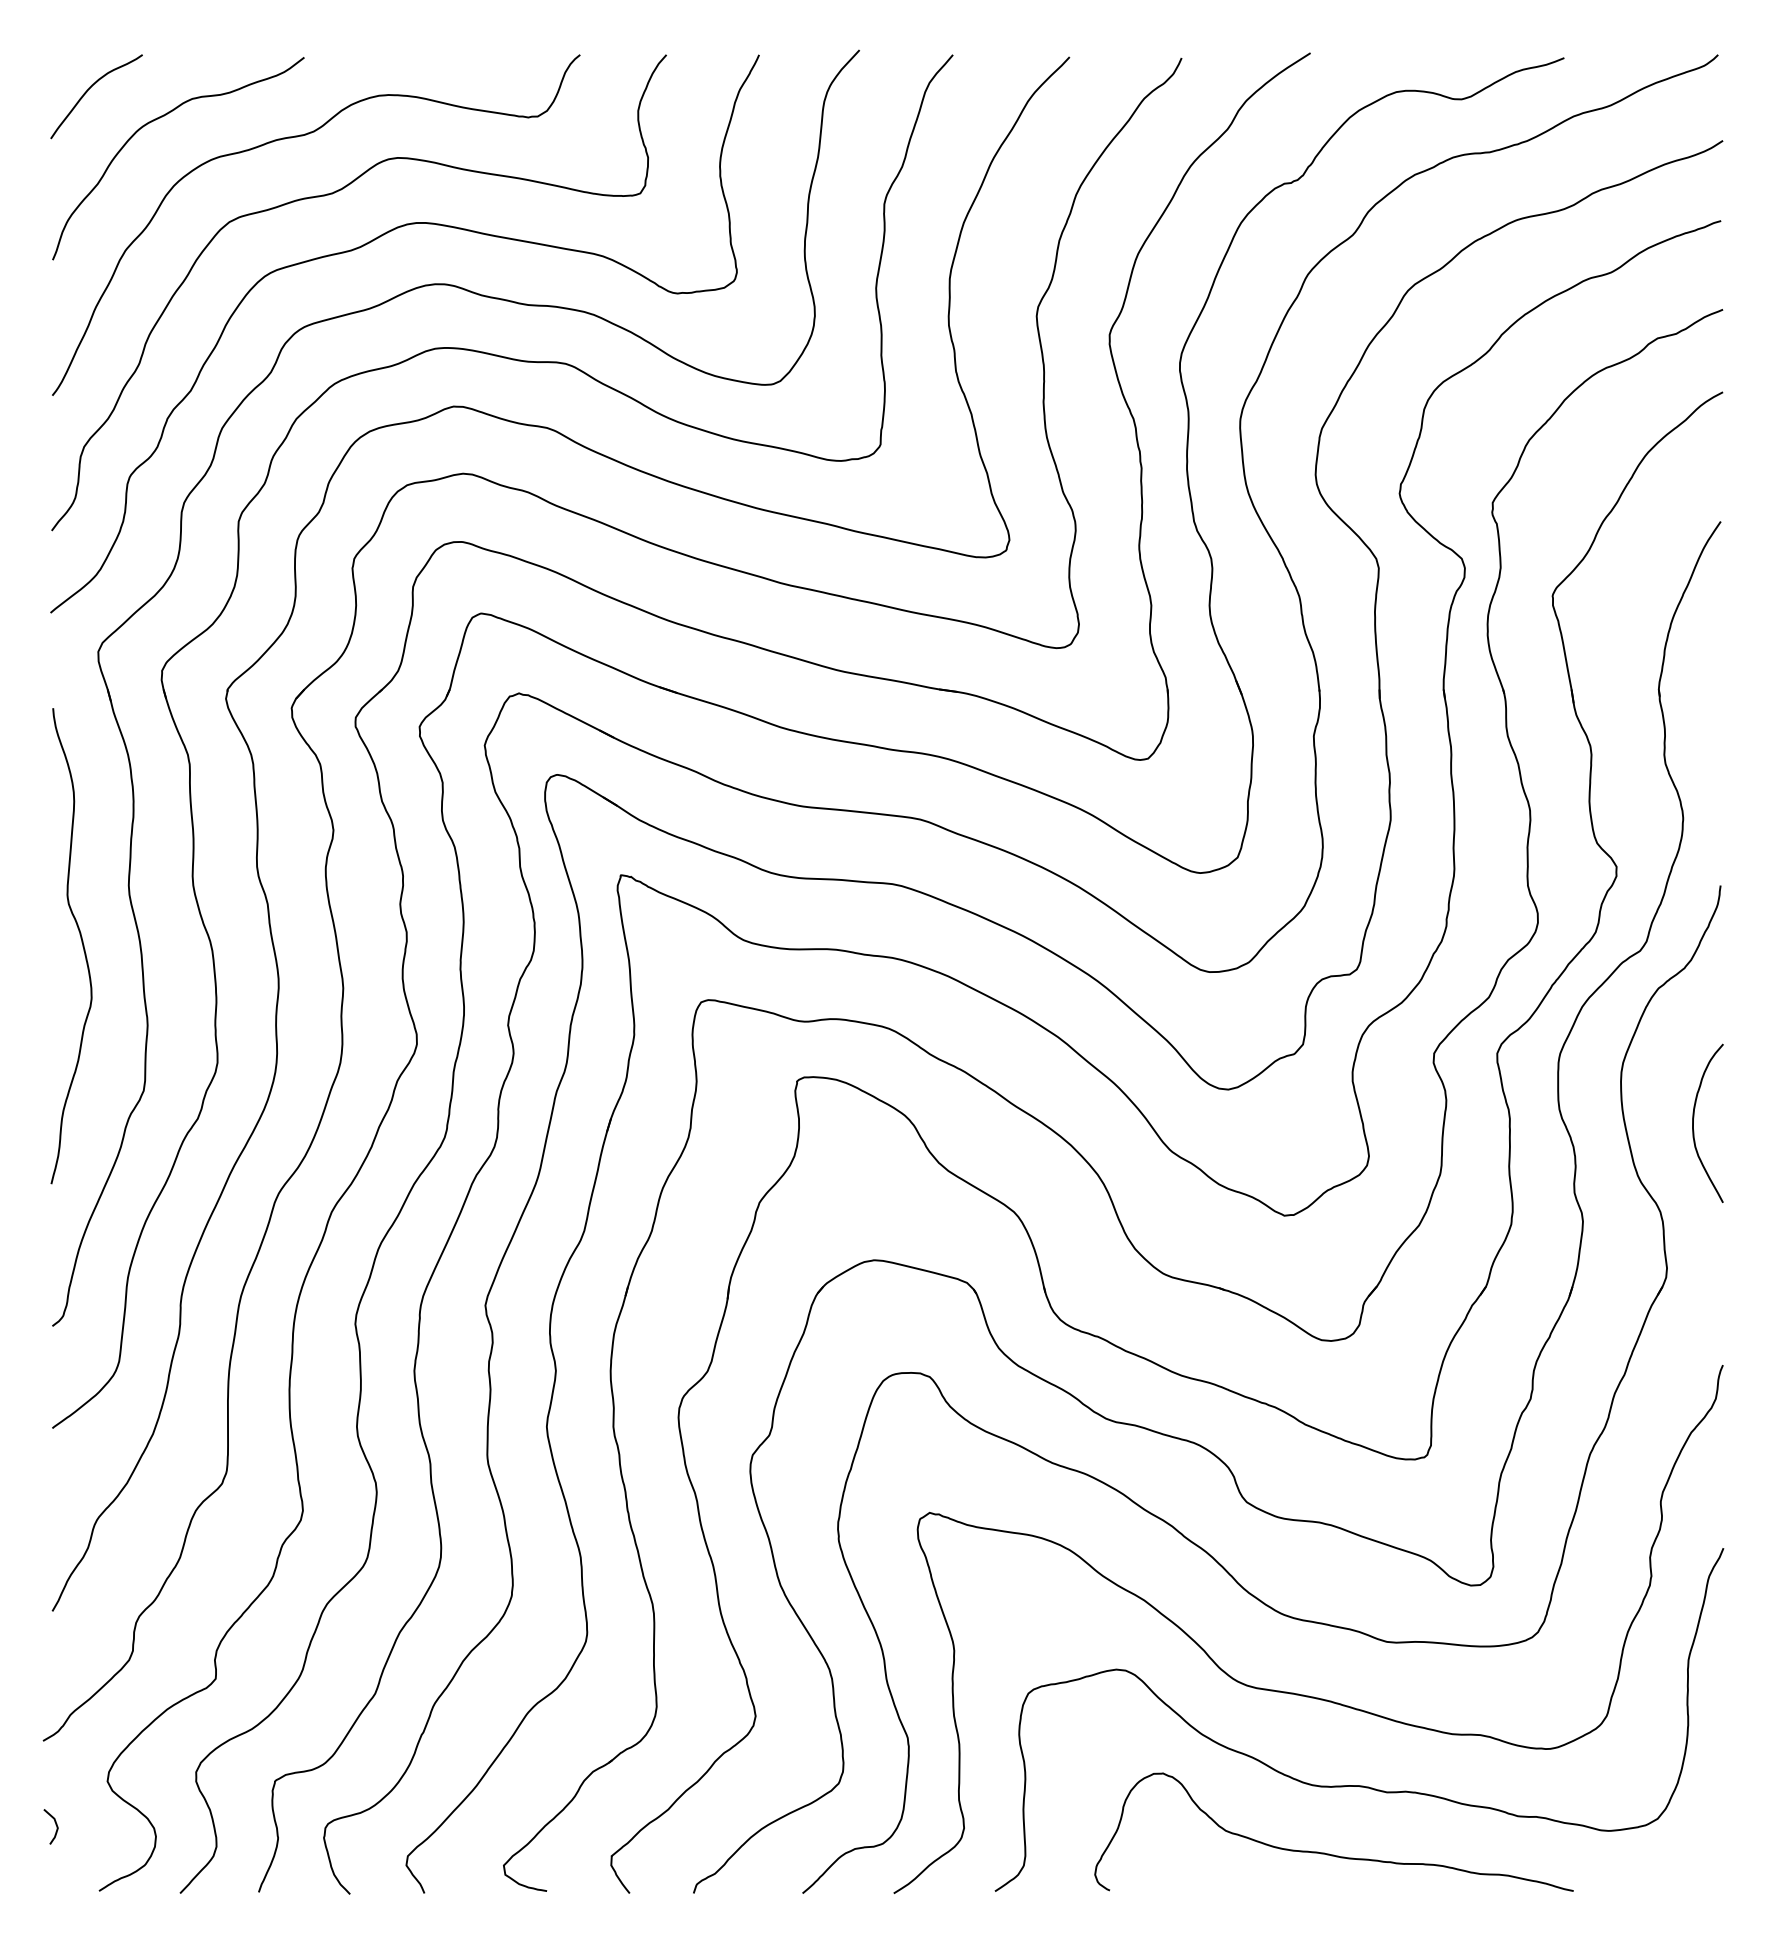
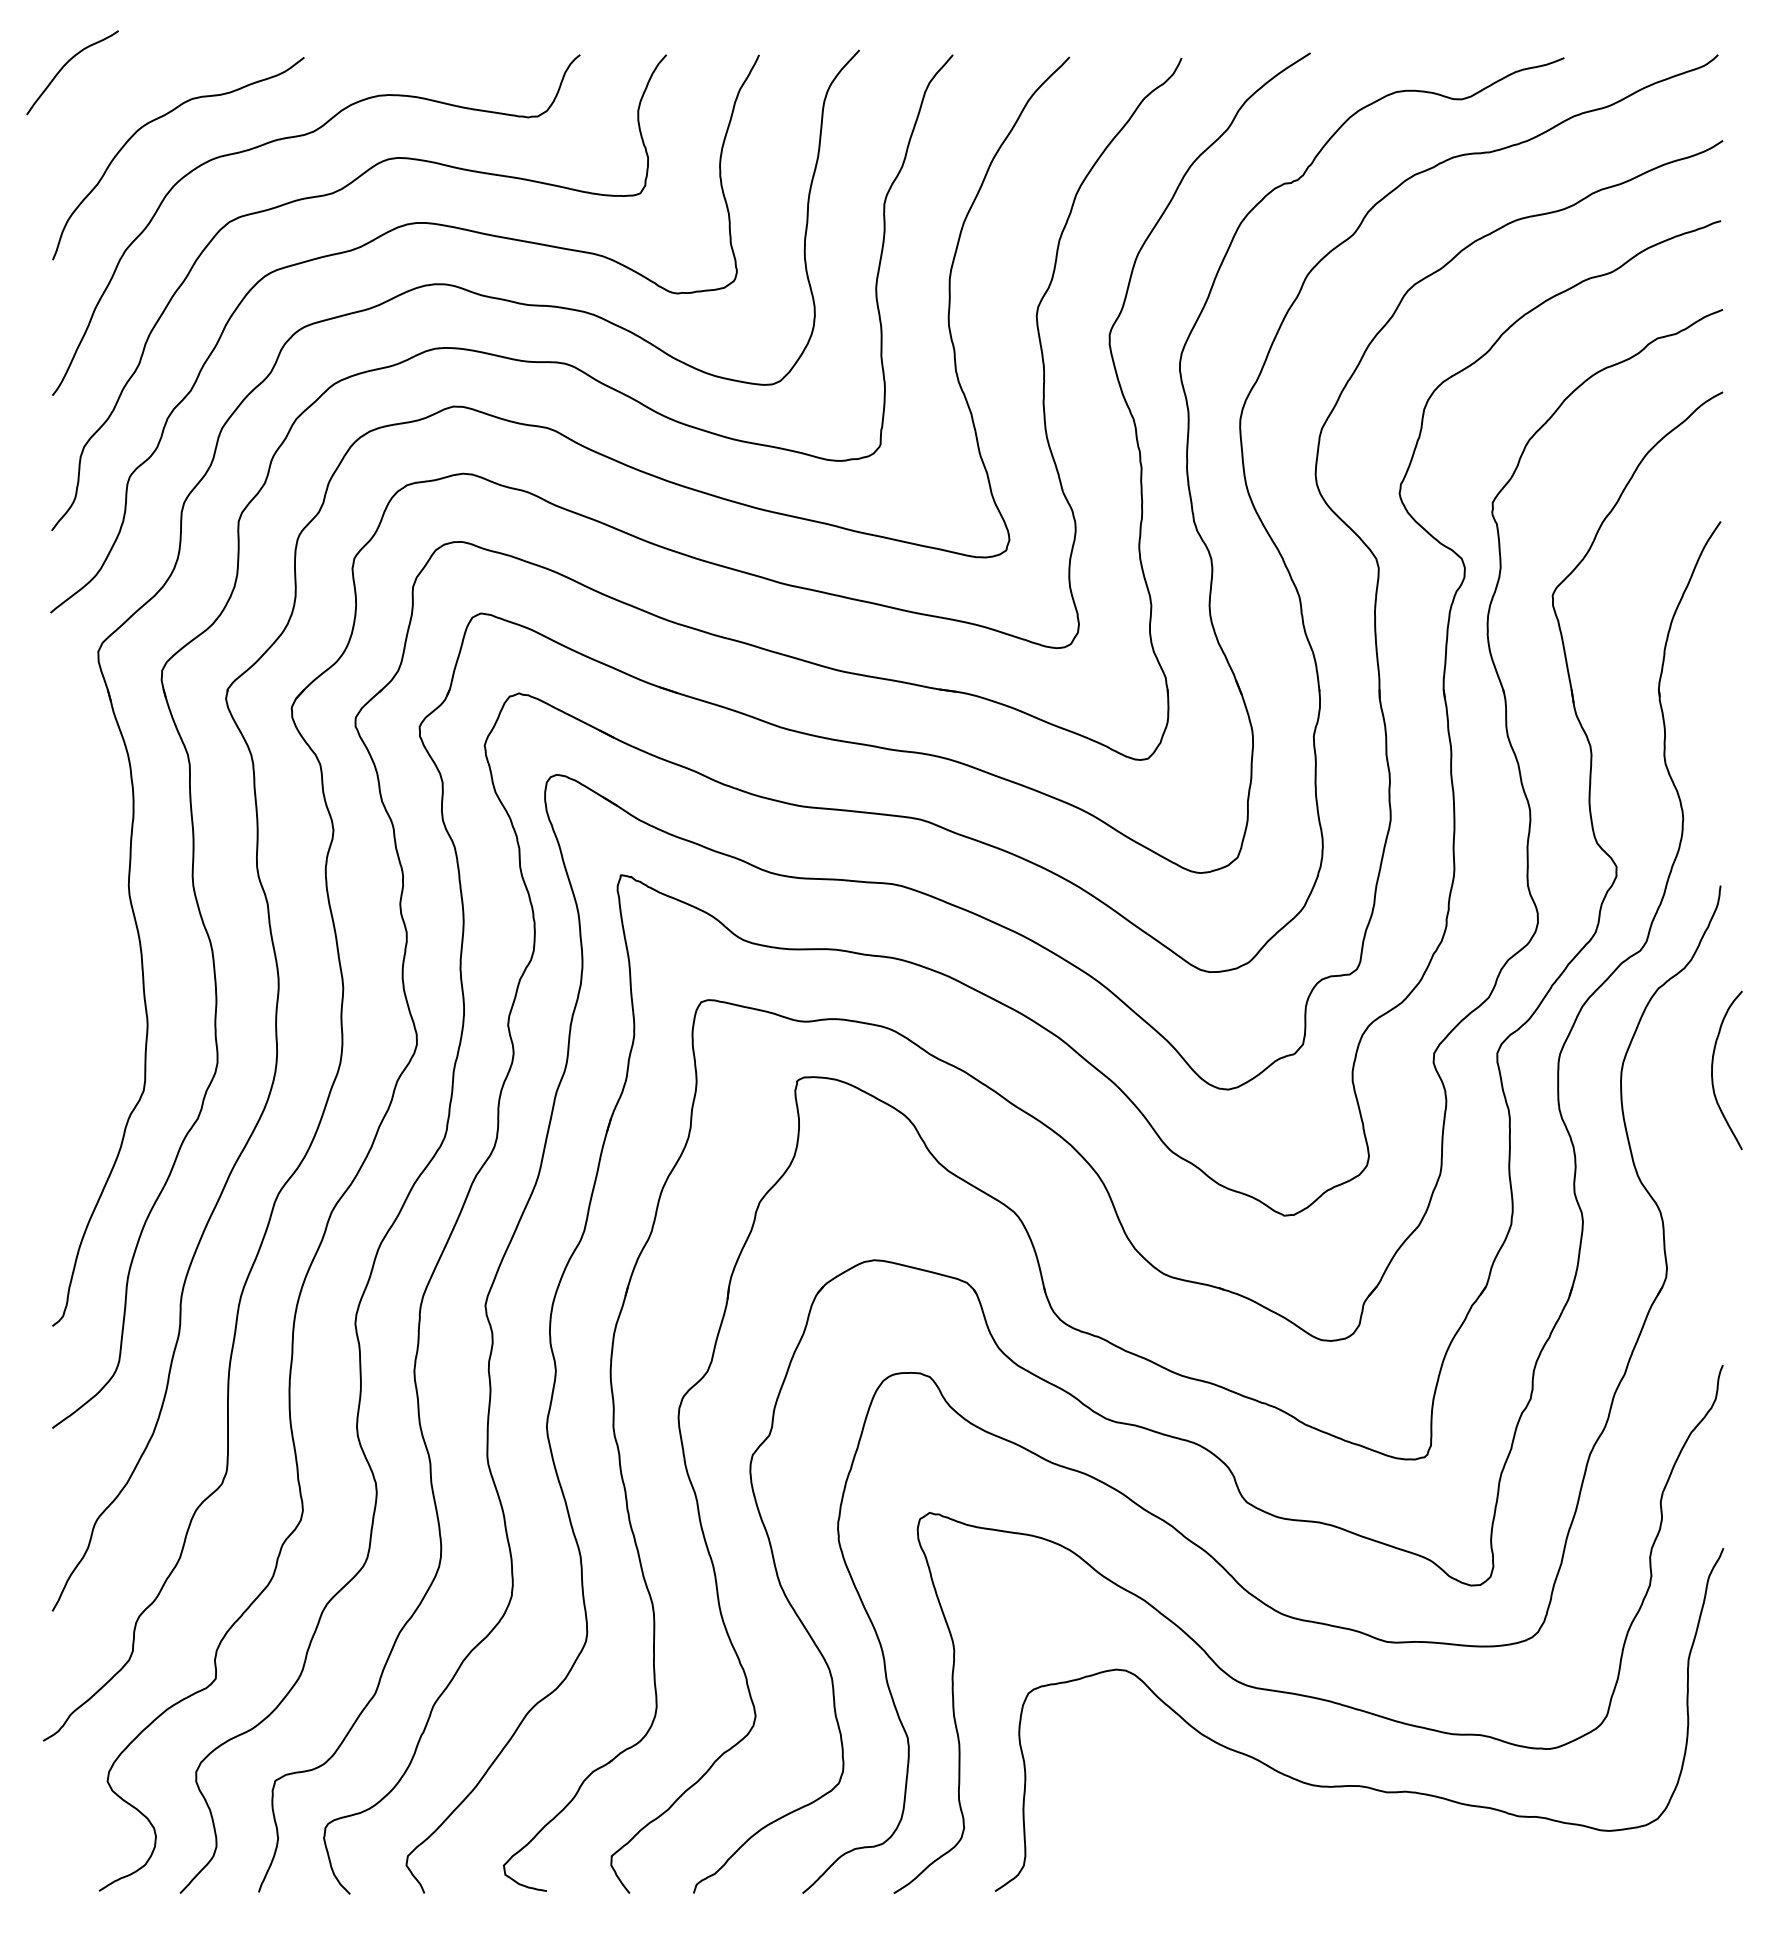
curve at (87, 92) position: (87, 92) -> (63, 68)
curve at (81, 942): present -> none
curve at (1694, 1117) position: (1694, 1117) -> (1713, 1064)
curve at (55, 1824): present -> none
curve at (1329, 1853): present -> none
